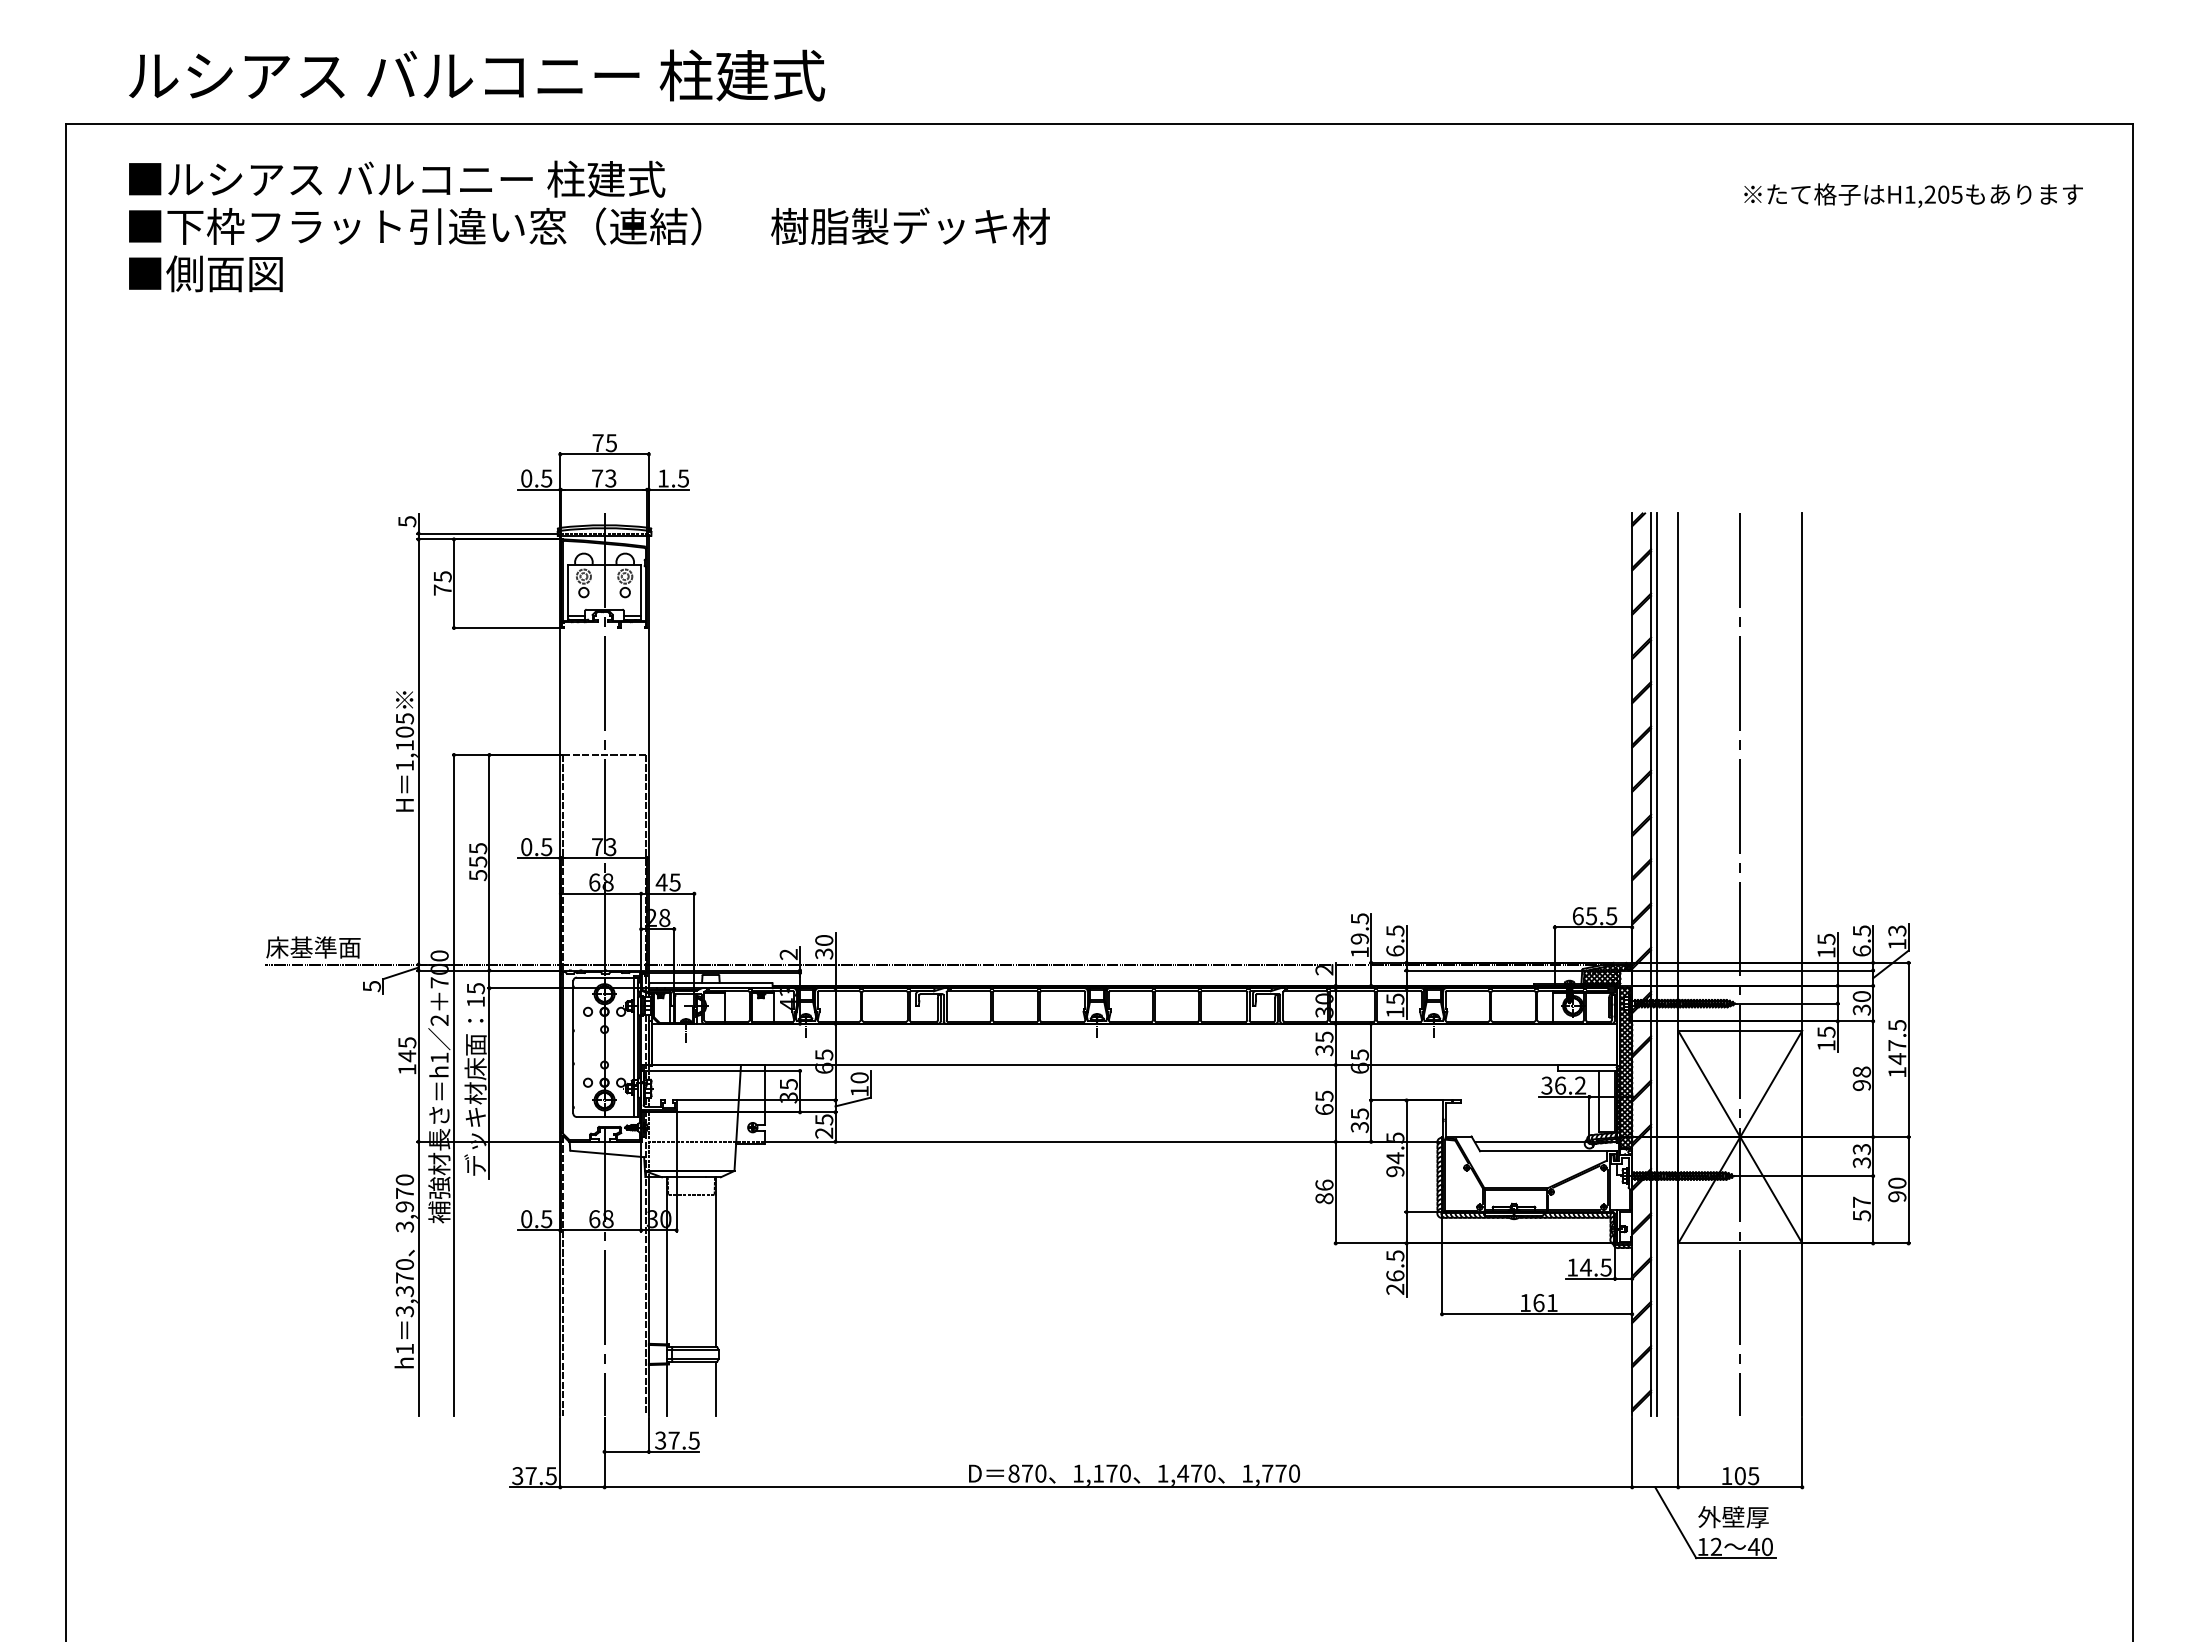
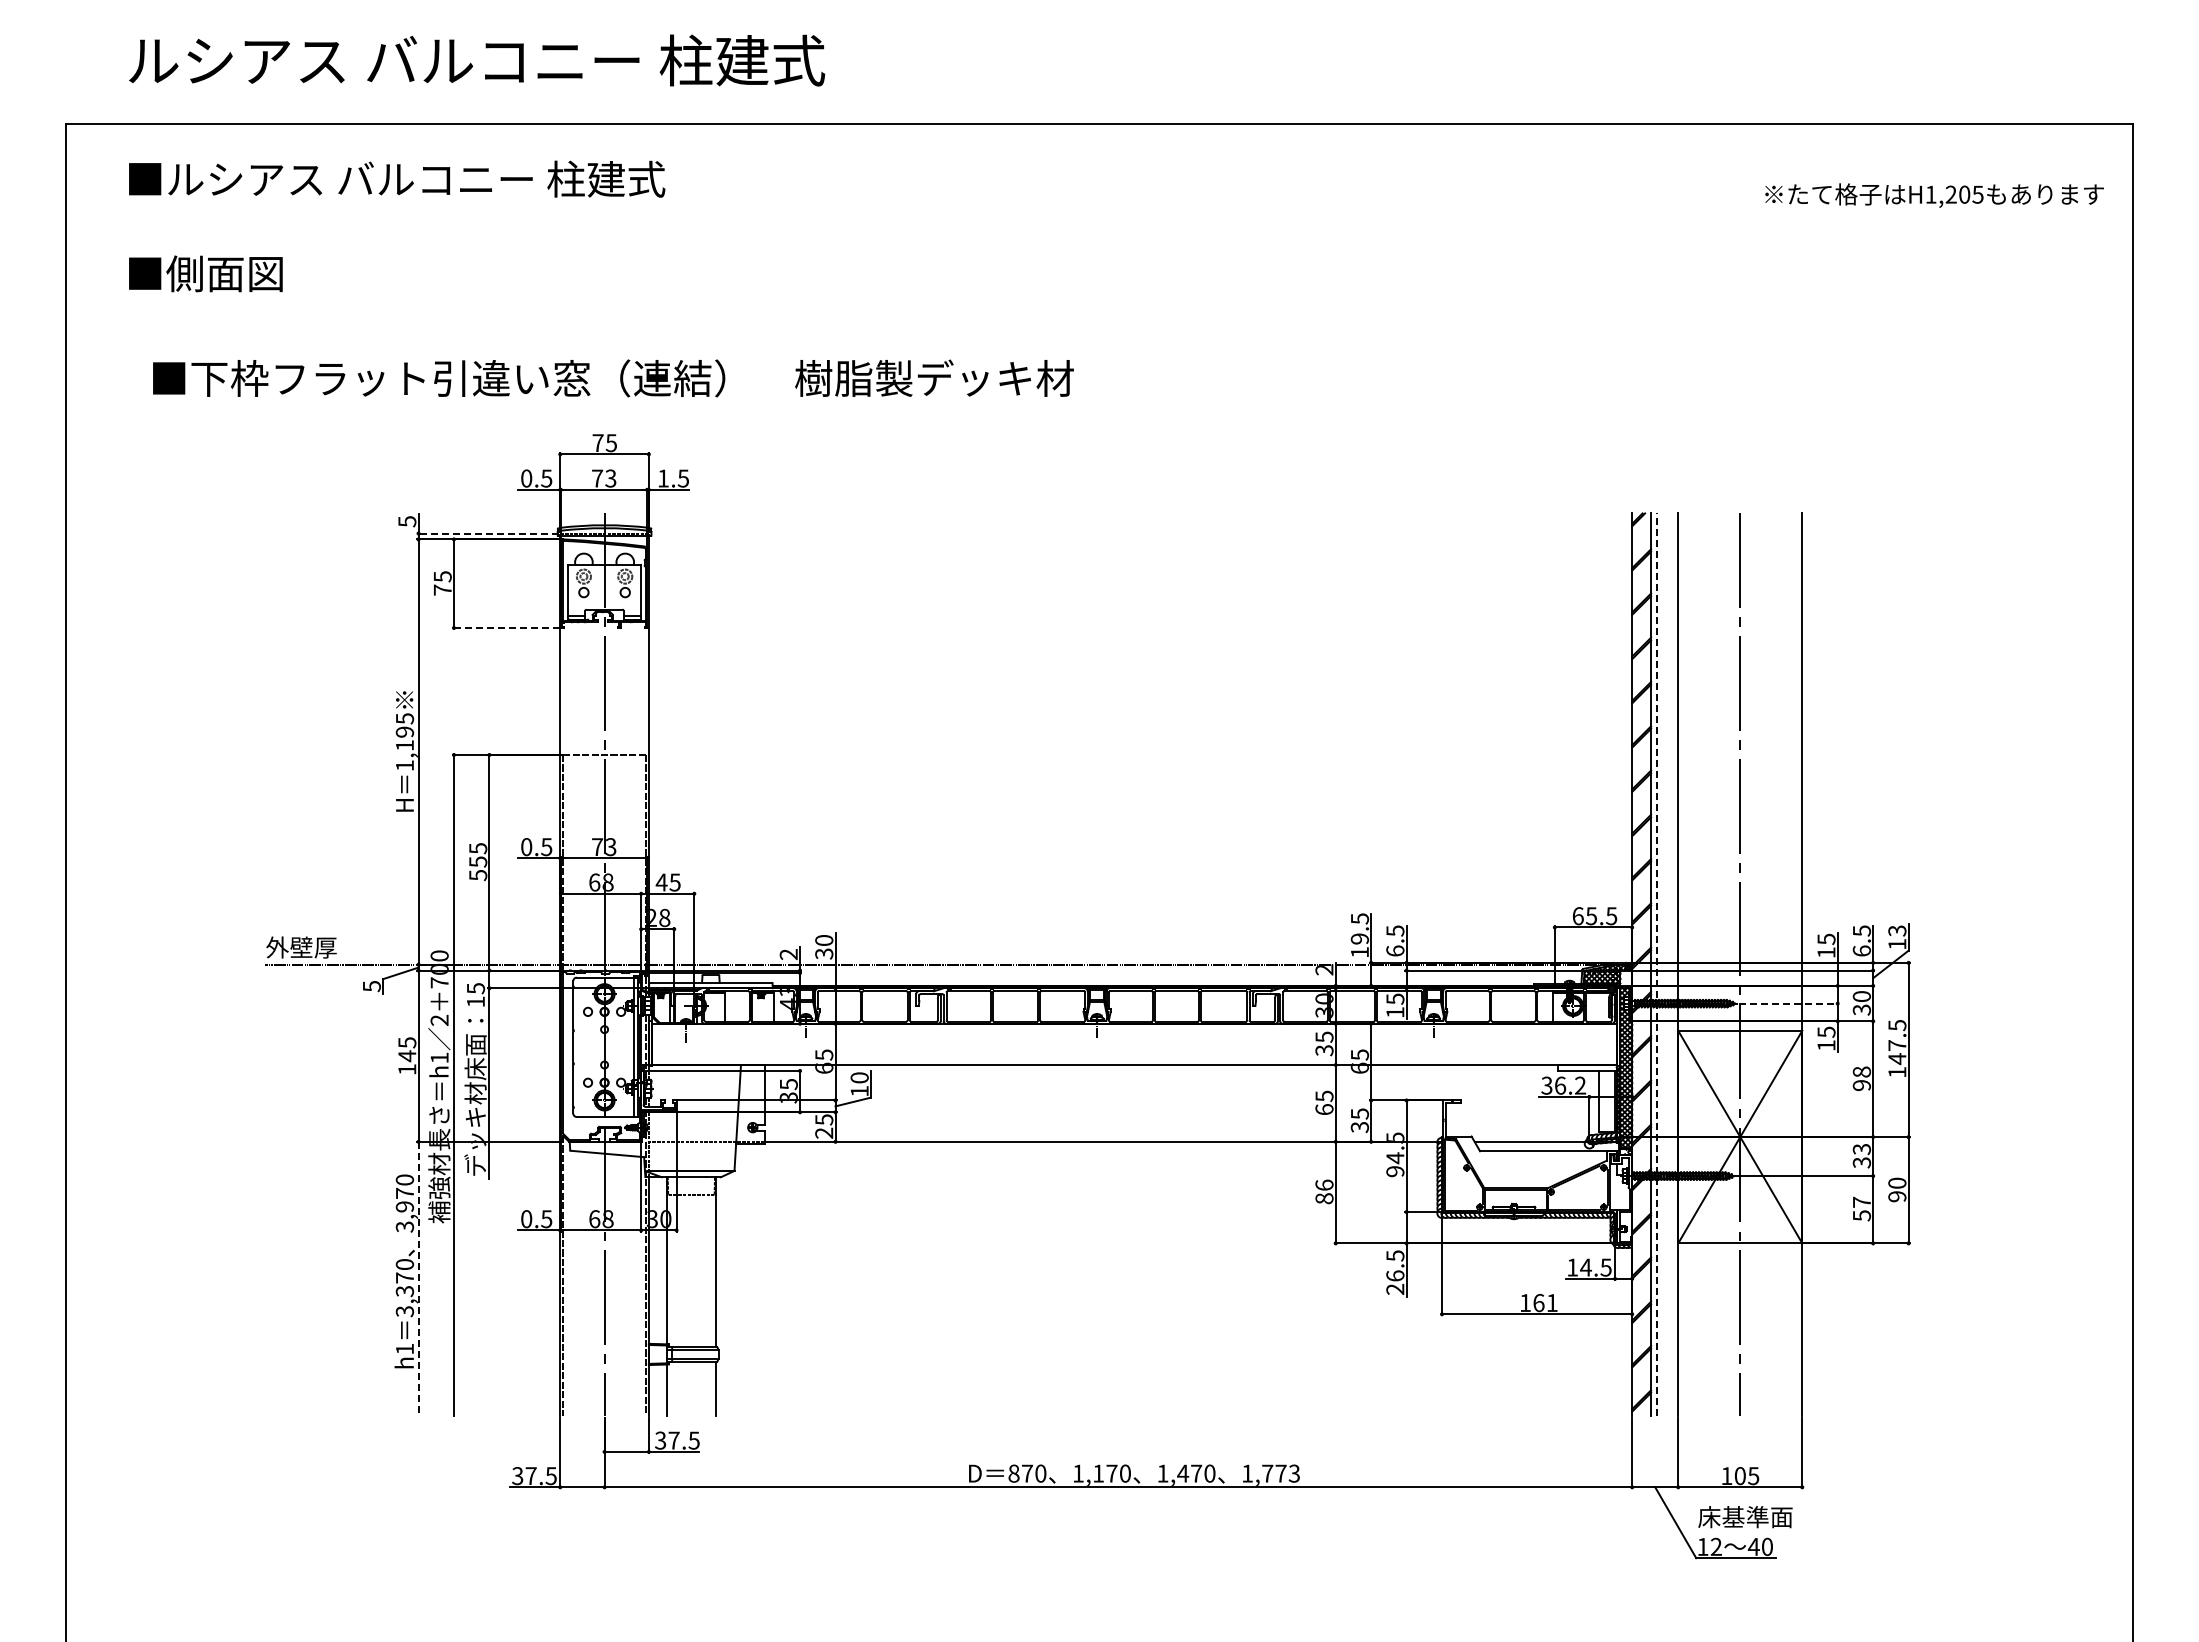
text at (477, 75) position: (477, 75) -> (477, 60)
text at (1913, 195) position: (1913, 195) -> (1934, 195)
text at (589, 226) position: (589, 226) -> (613, 378)
line at (488, 533): solid -> dashed
line at (506, 628): solid -> dashed
text at (405, 731): 1,105 -> 1,195
text at (313, 947): 床基準面 -> 外壁厚
line at (1657, 964): solid -> dashed
line at (1789, 1003): solid -> dashed
line at (418, 1279): solid -> dashed
text at (1294, 1473): 1,770 -> 1,773
text at (1745, 1517): 外壁厚 -> 床基準面
